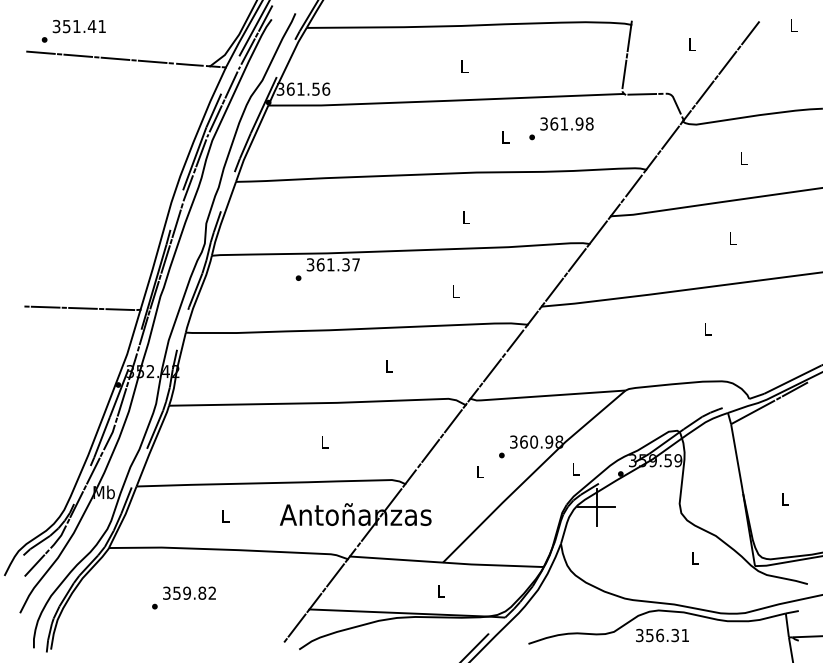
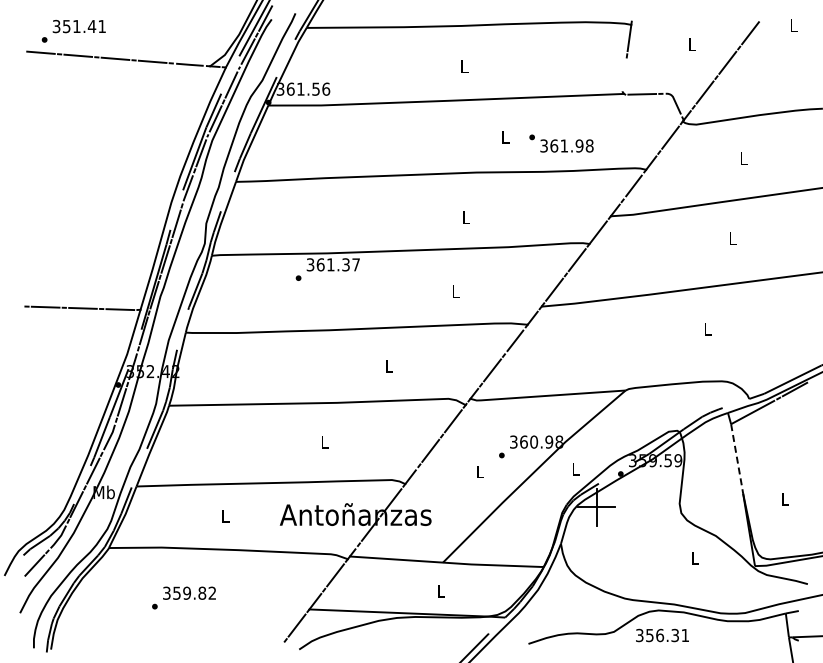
line at (624, 74): present -> none
text at (566, 123) position: (566, 123) -> (566, 145)
line at (737, 459): solid -> dashed
